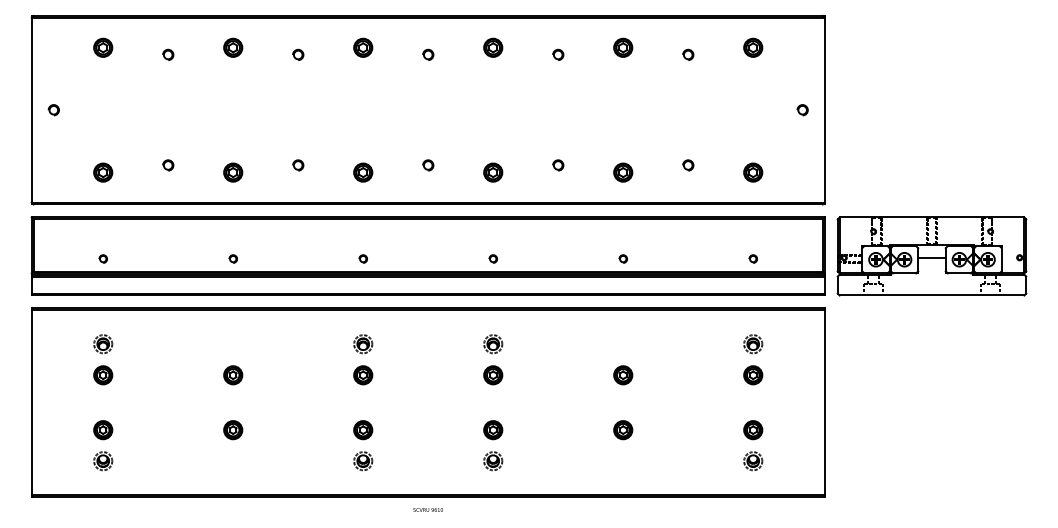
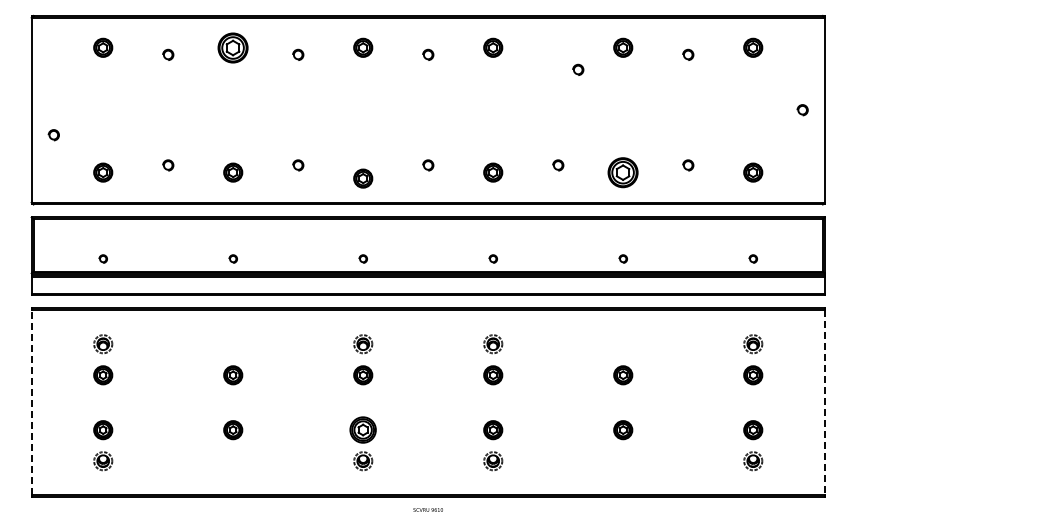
part at (233, 47) size: 21x21 px -> 32x32 px
part at (558, 54) position: (558, 54) -> (578, 69)
part at (53, 110) position: (53, 110) -> (53, 135)
part at (363, 172) position: (363, 172) -> (363, 178)
part at (623, 172) size: 21x21 px -> 32x32 px
part at (931, 256): present -> none
line at (31, 402): solid -> dashed
line at (824, 403): solid -> dashed
part at (363, 430) size: 21x21 px -> 28x28 px
